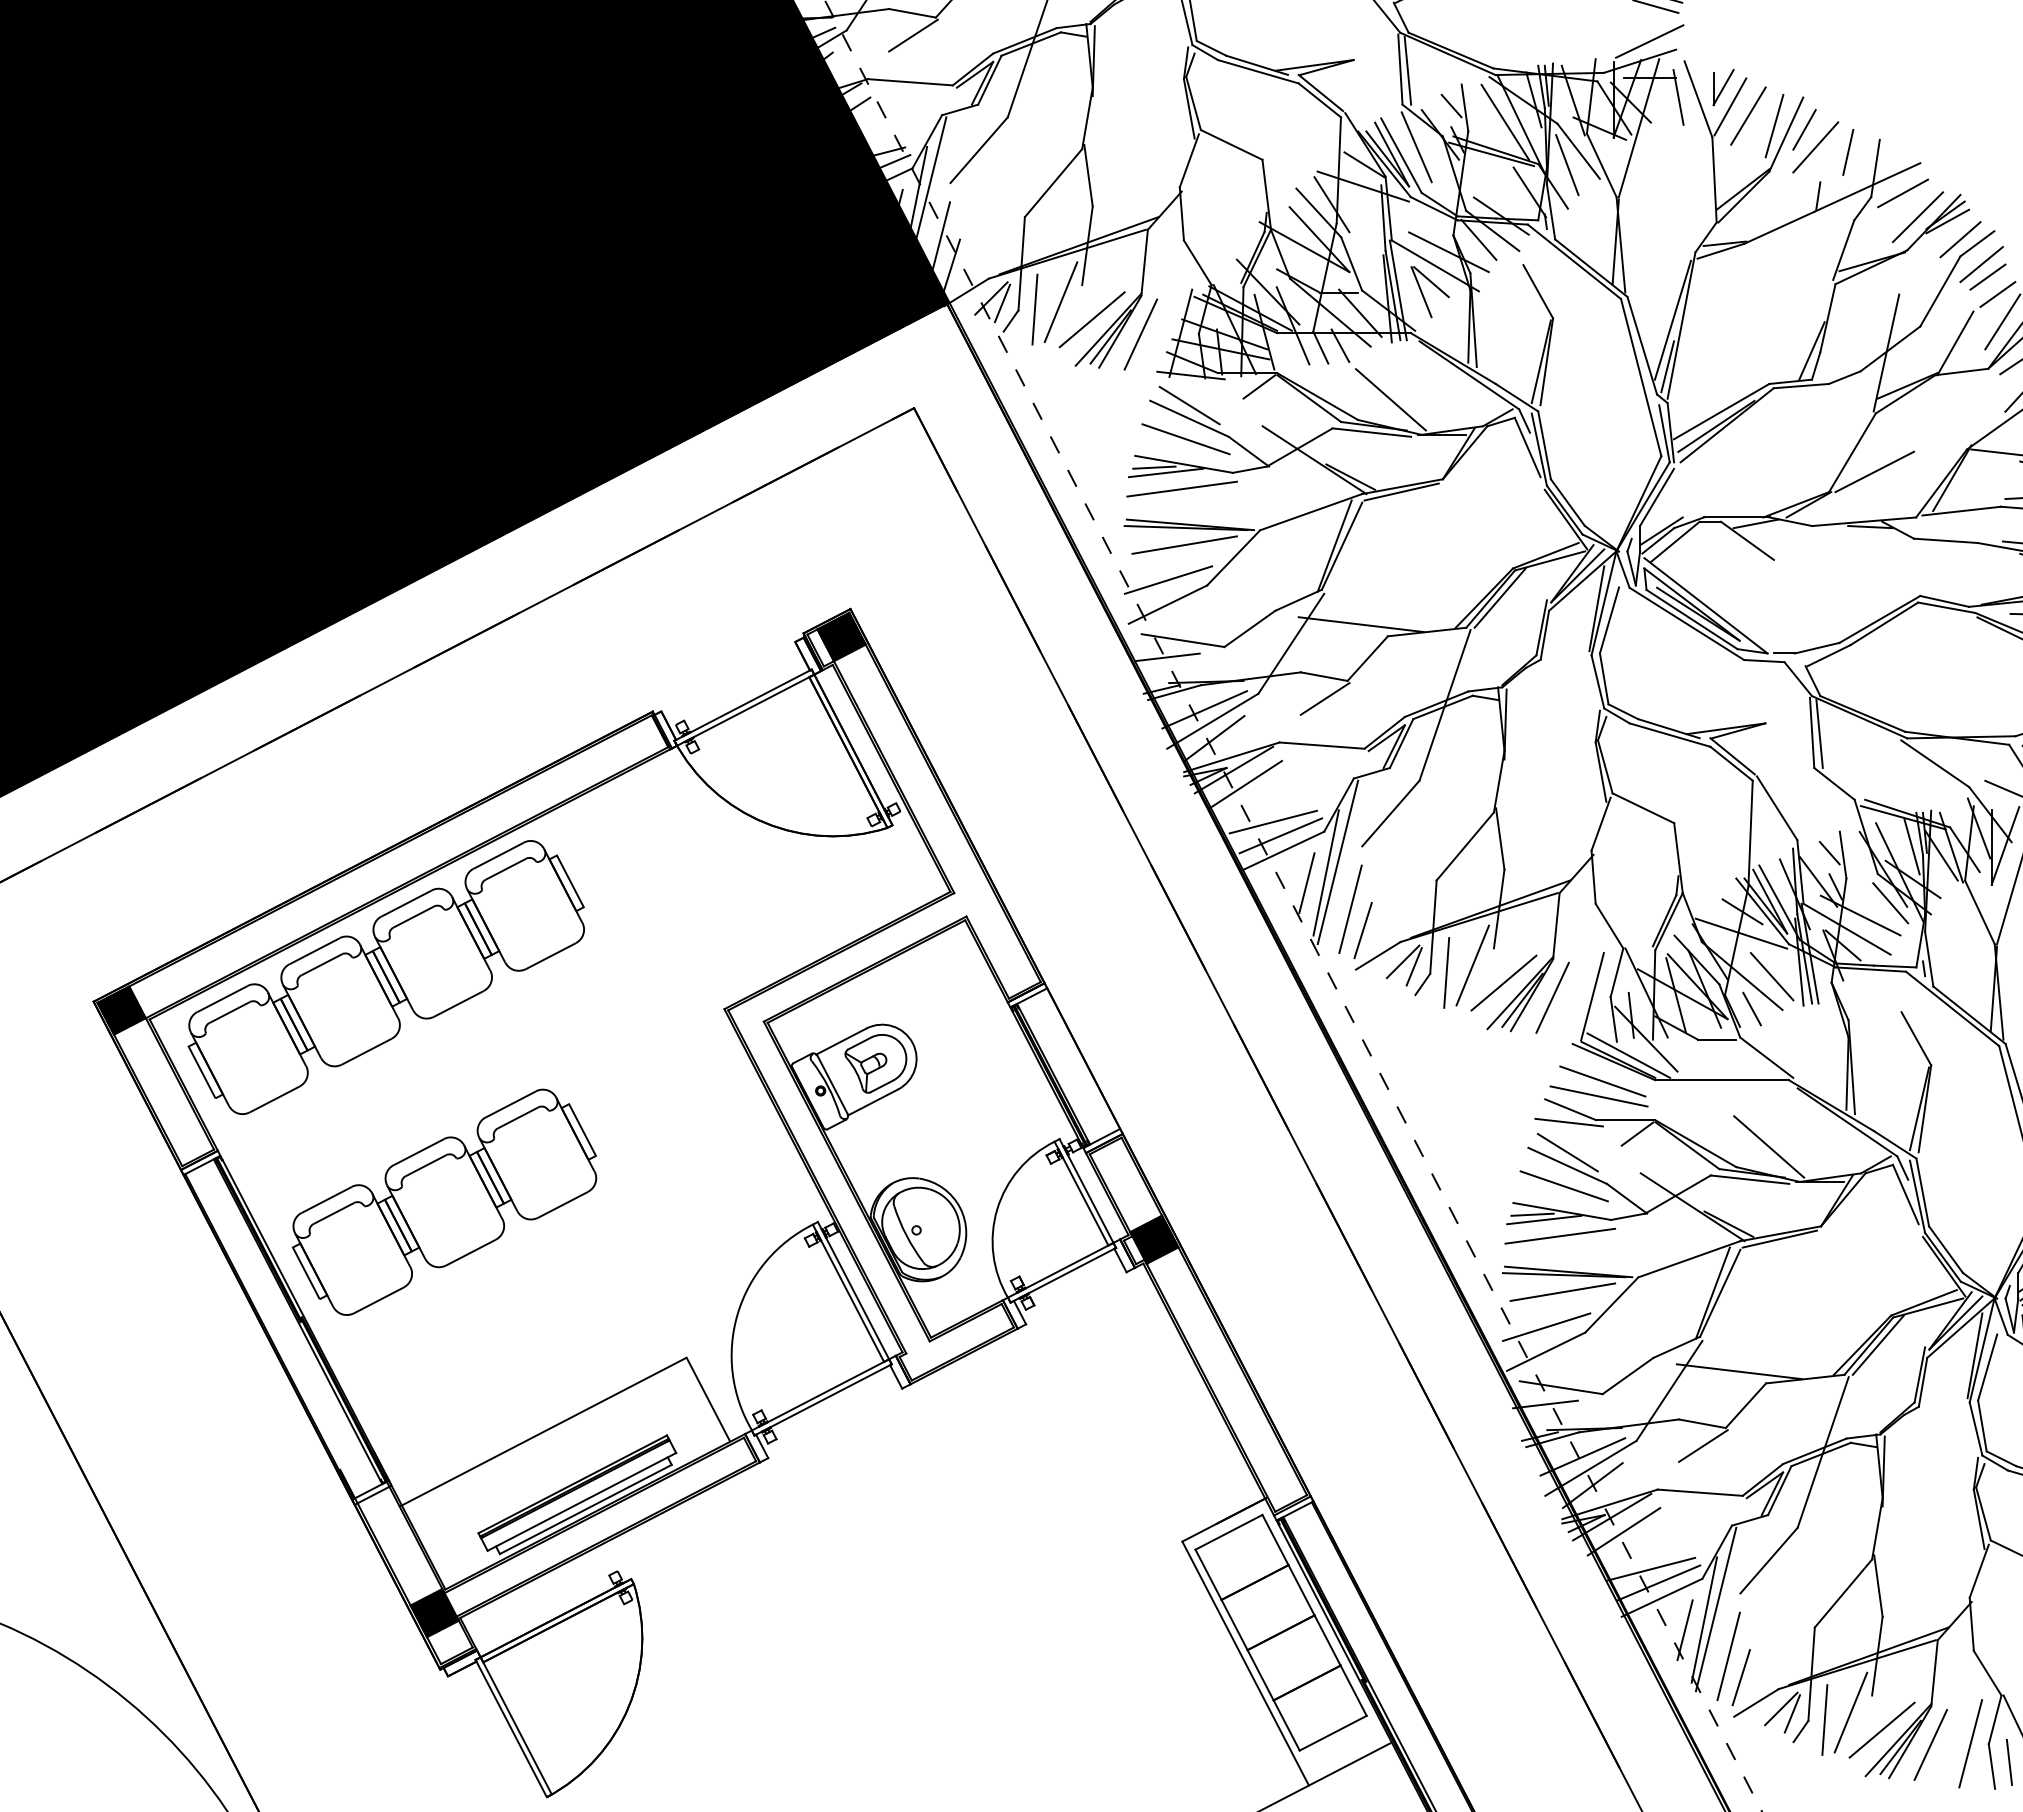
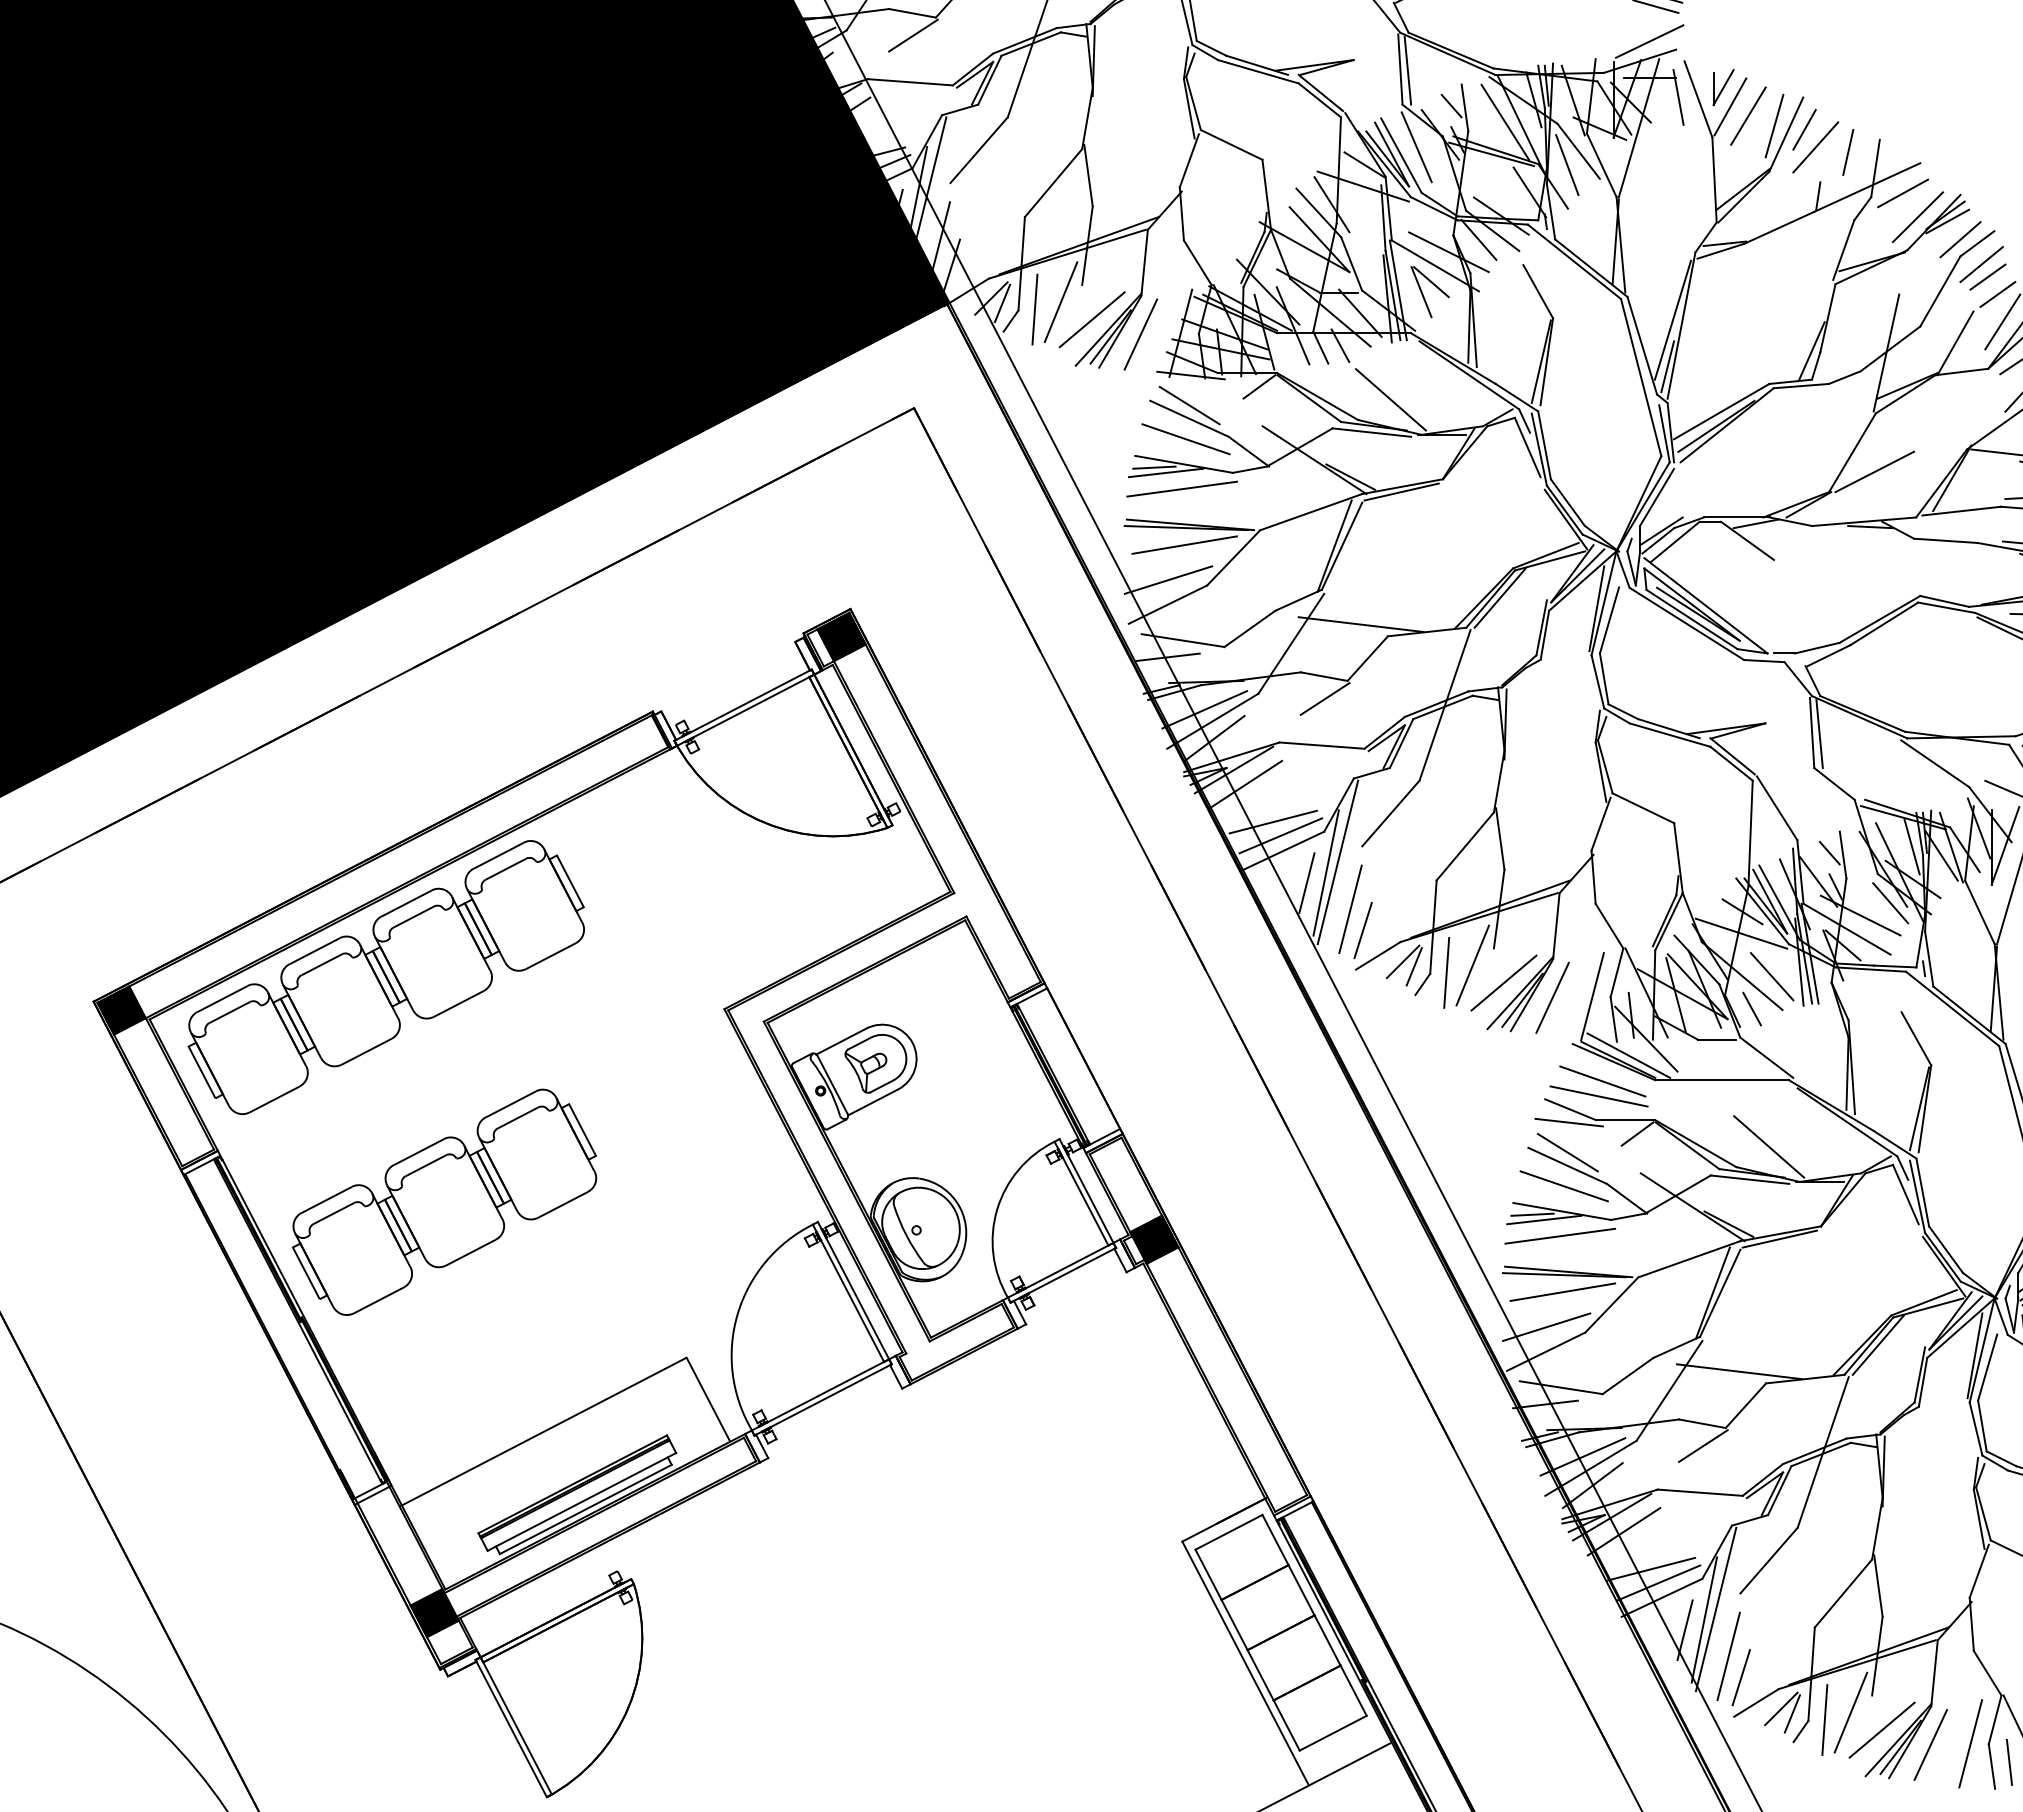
line at (1293, 905): dashed -> solid
